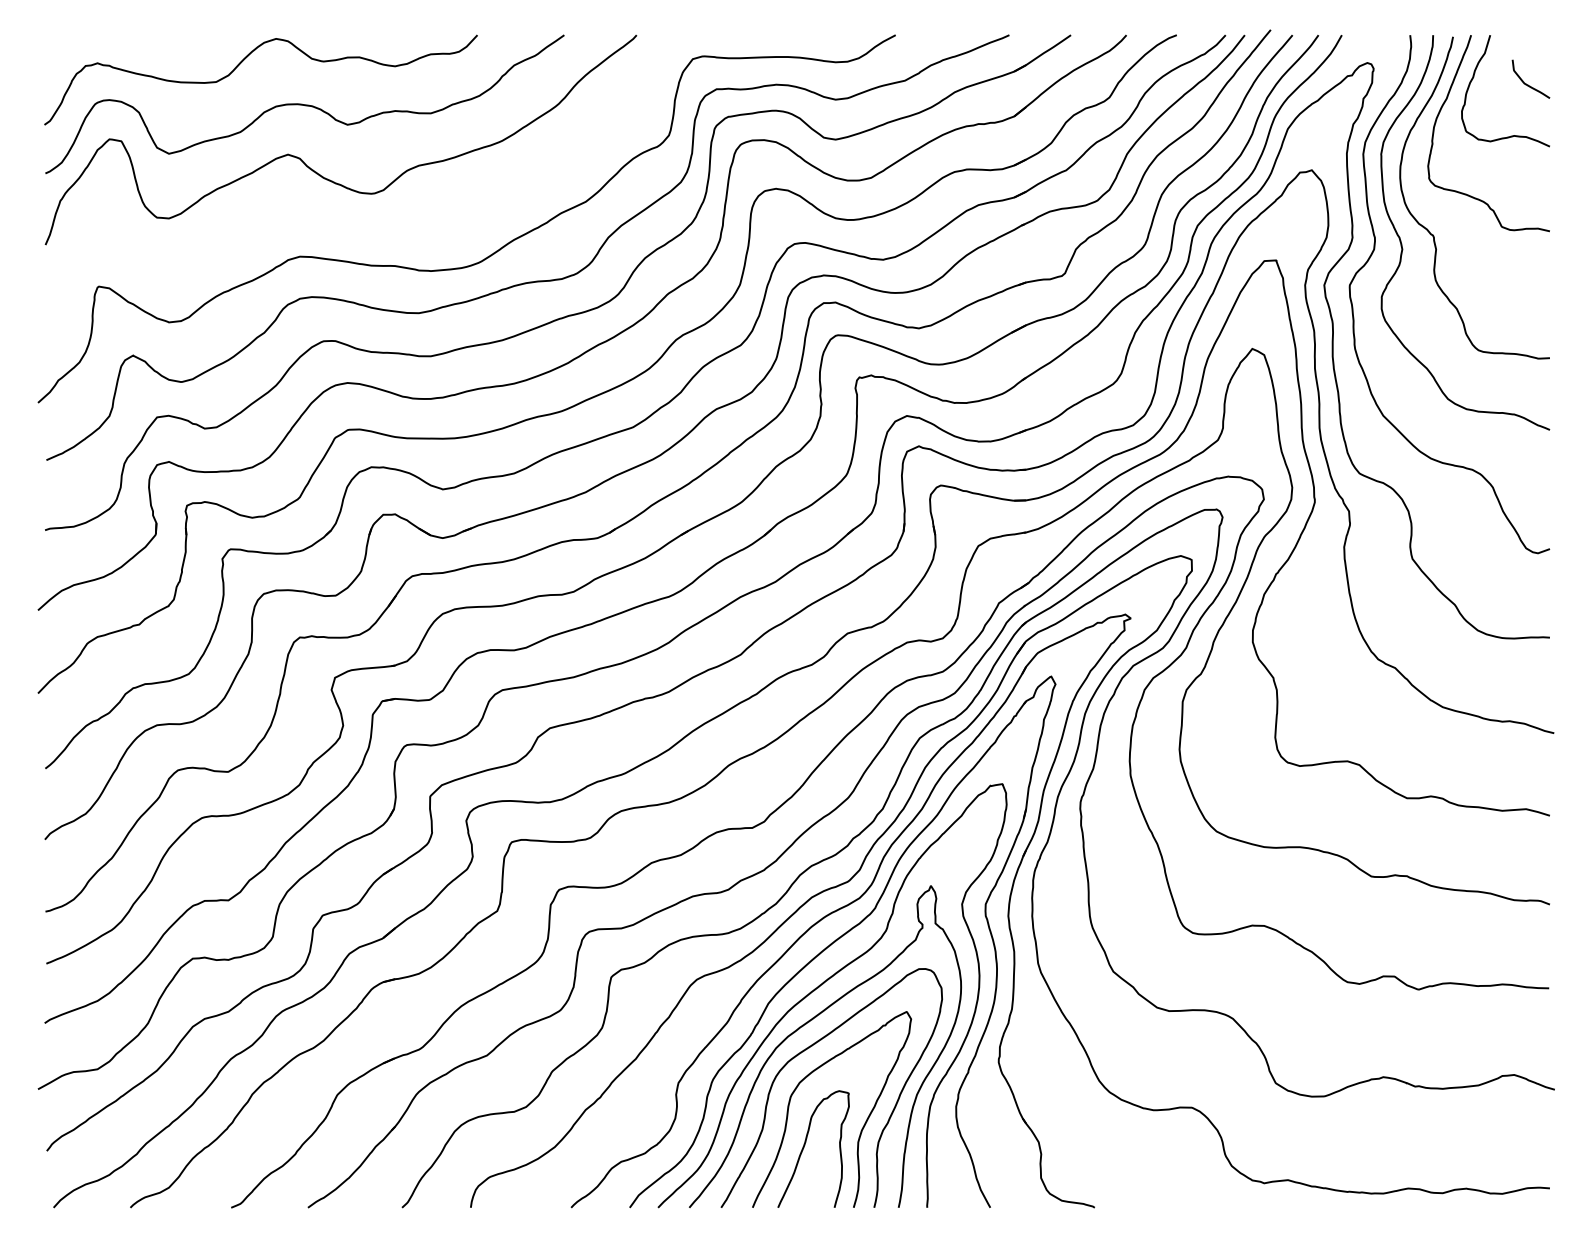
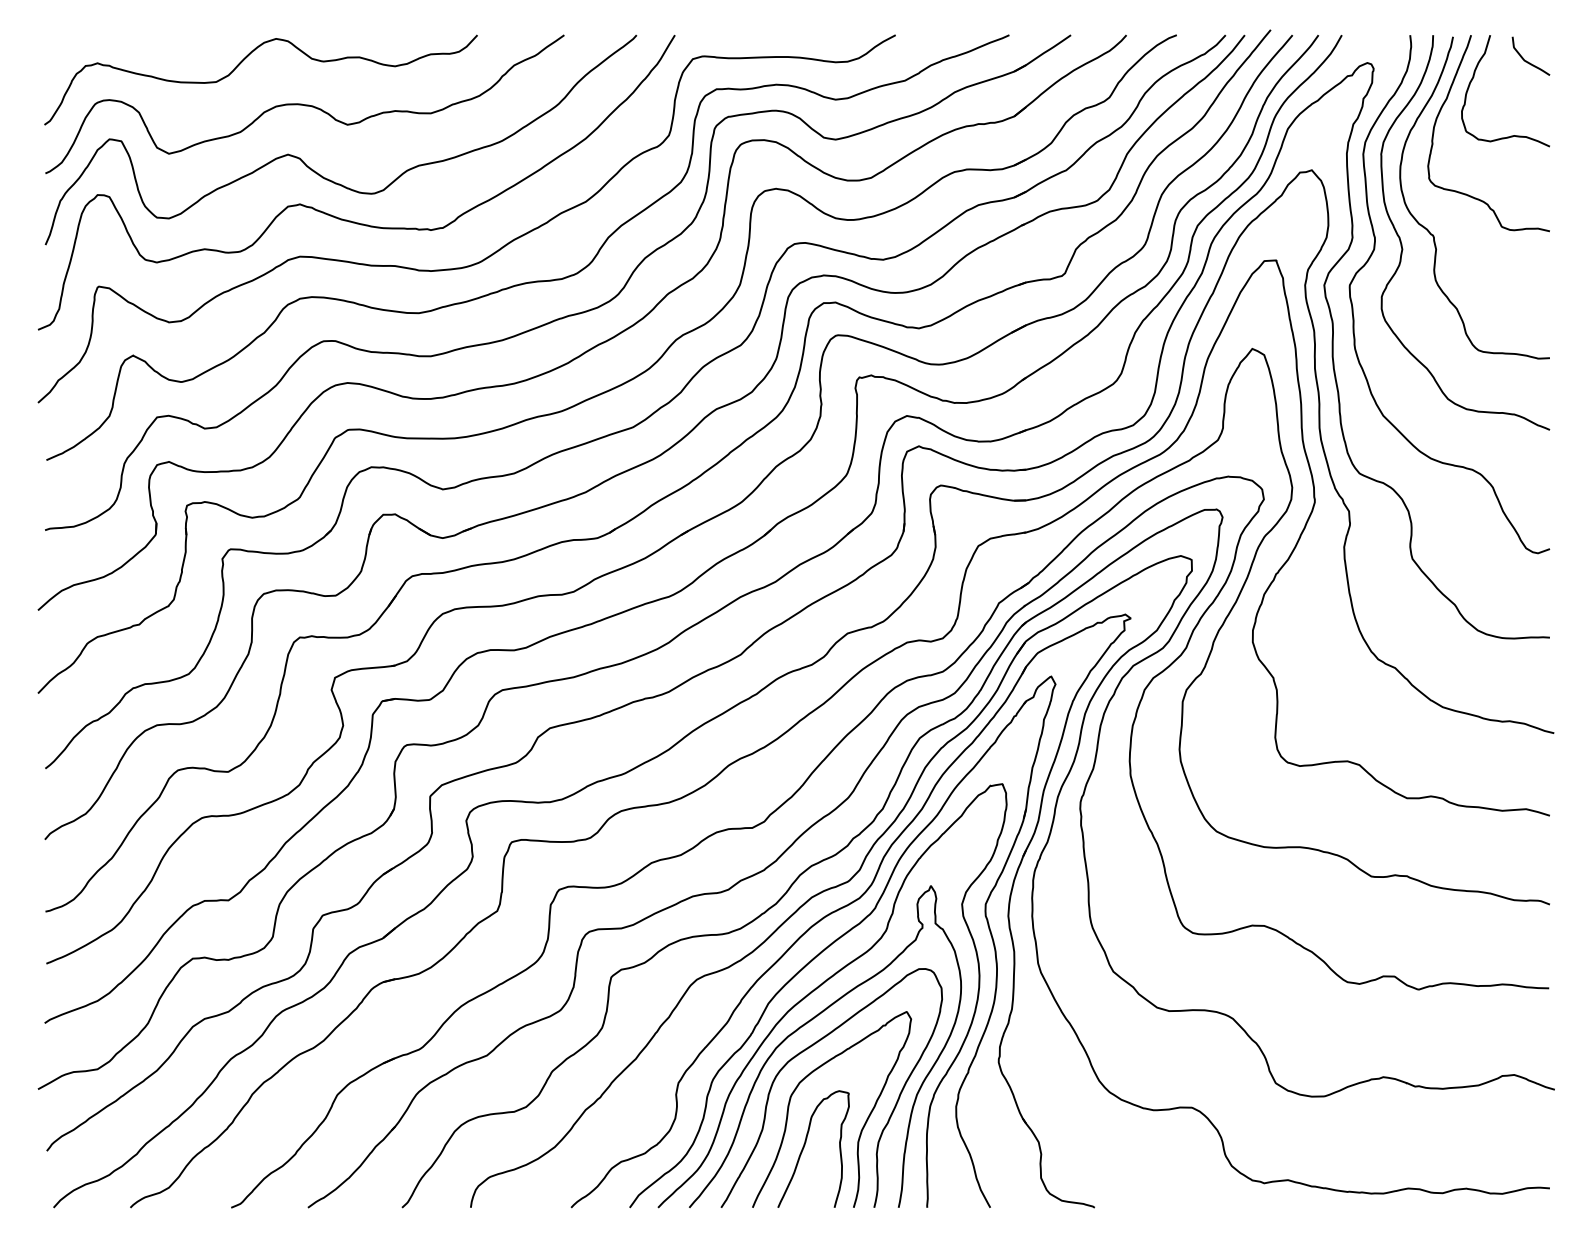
curve at (1528, 84) position: (1528, 84) -> (1528, 61)
curve at (346, 219): none -> present
